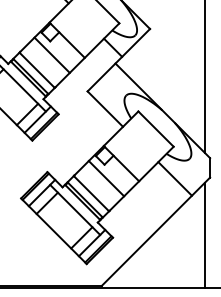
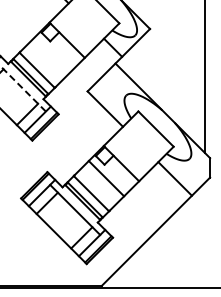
line at (51, 54): present -> none
line at (22, 88): solid -> dashed
line at (205, 234): present -> none
